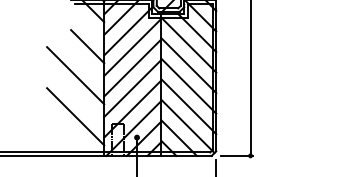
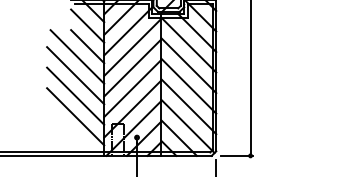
line at (87, 25): none -> present
line at (77, 56): none -> present
line at (75, 95): none -> present
